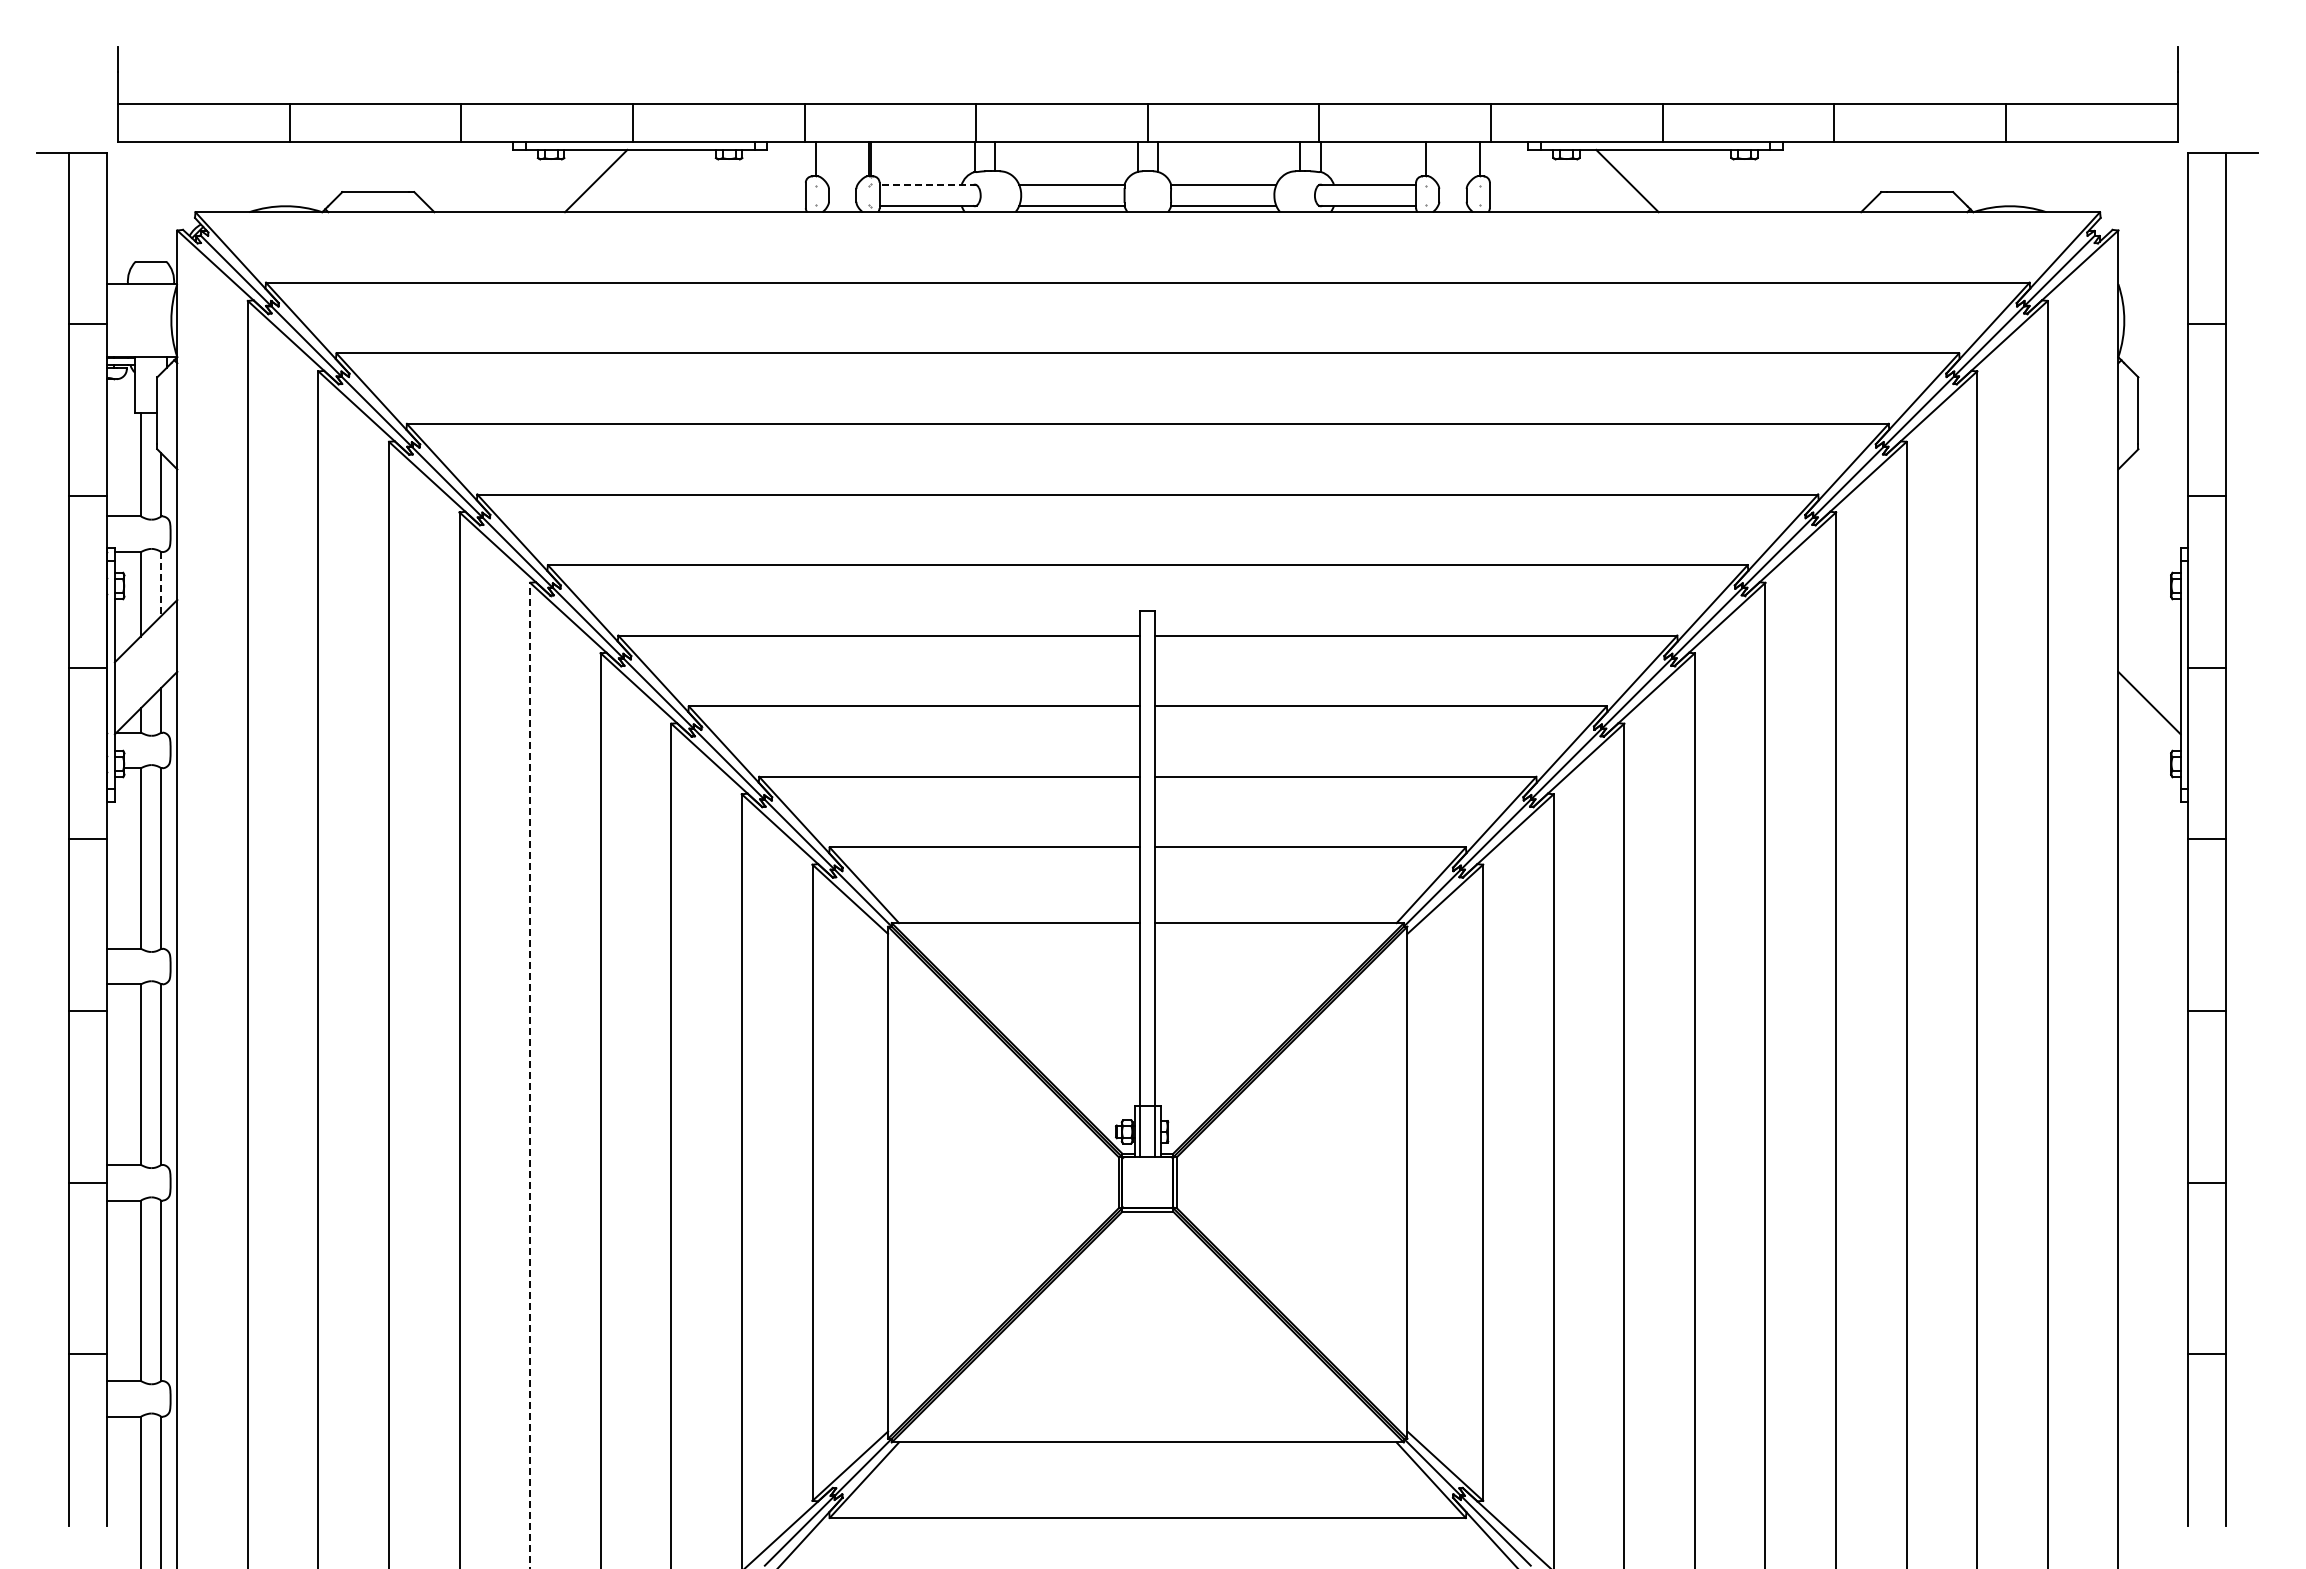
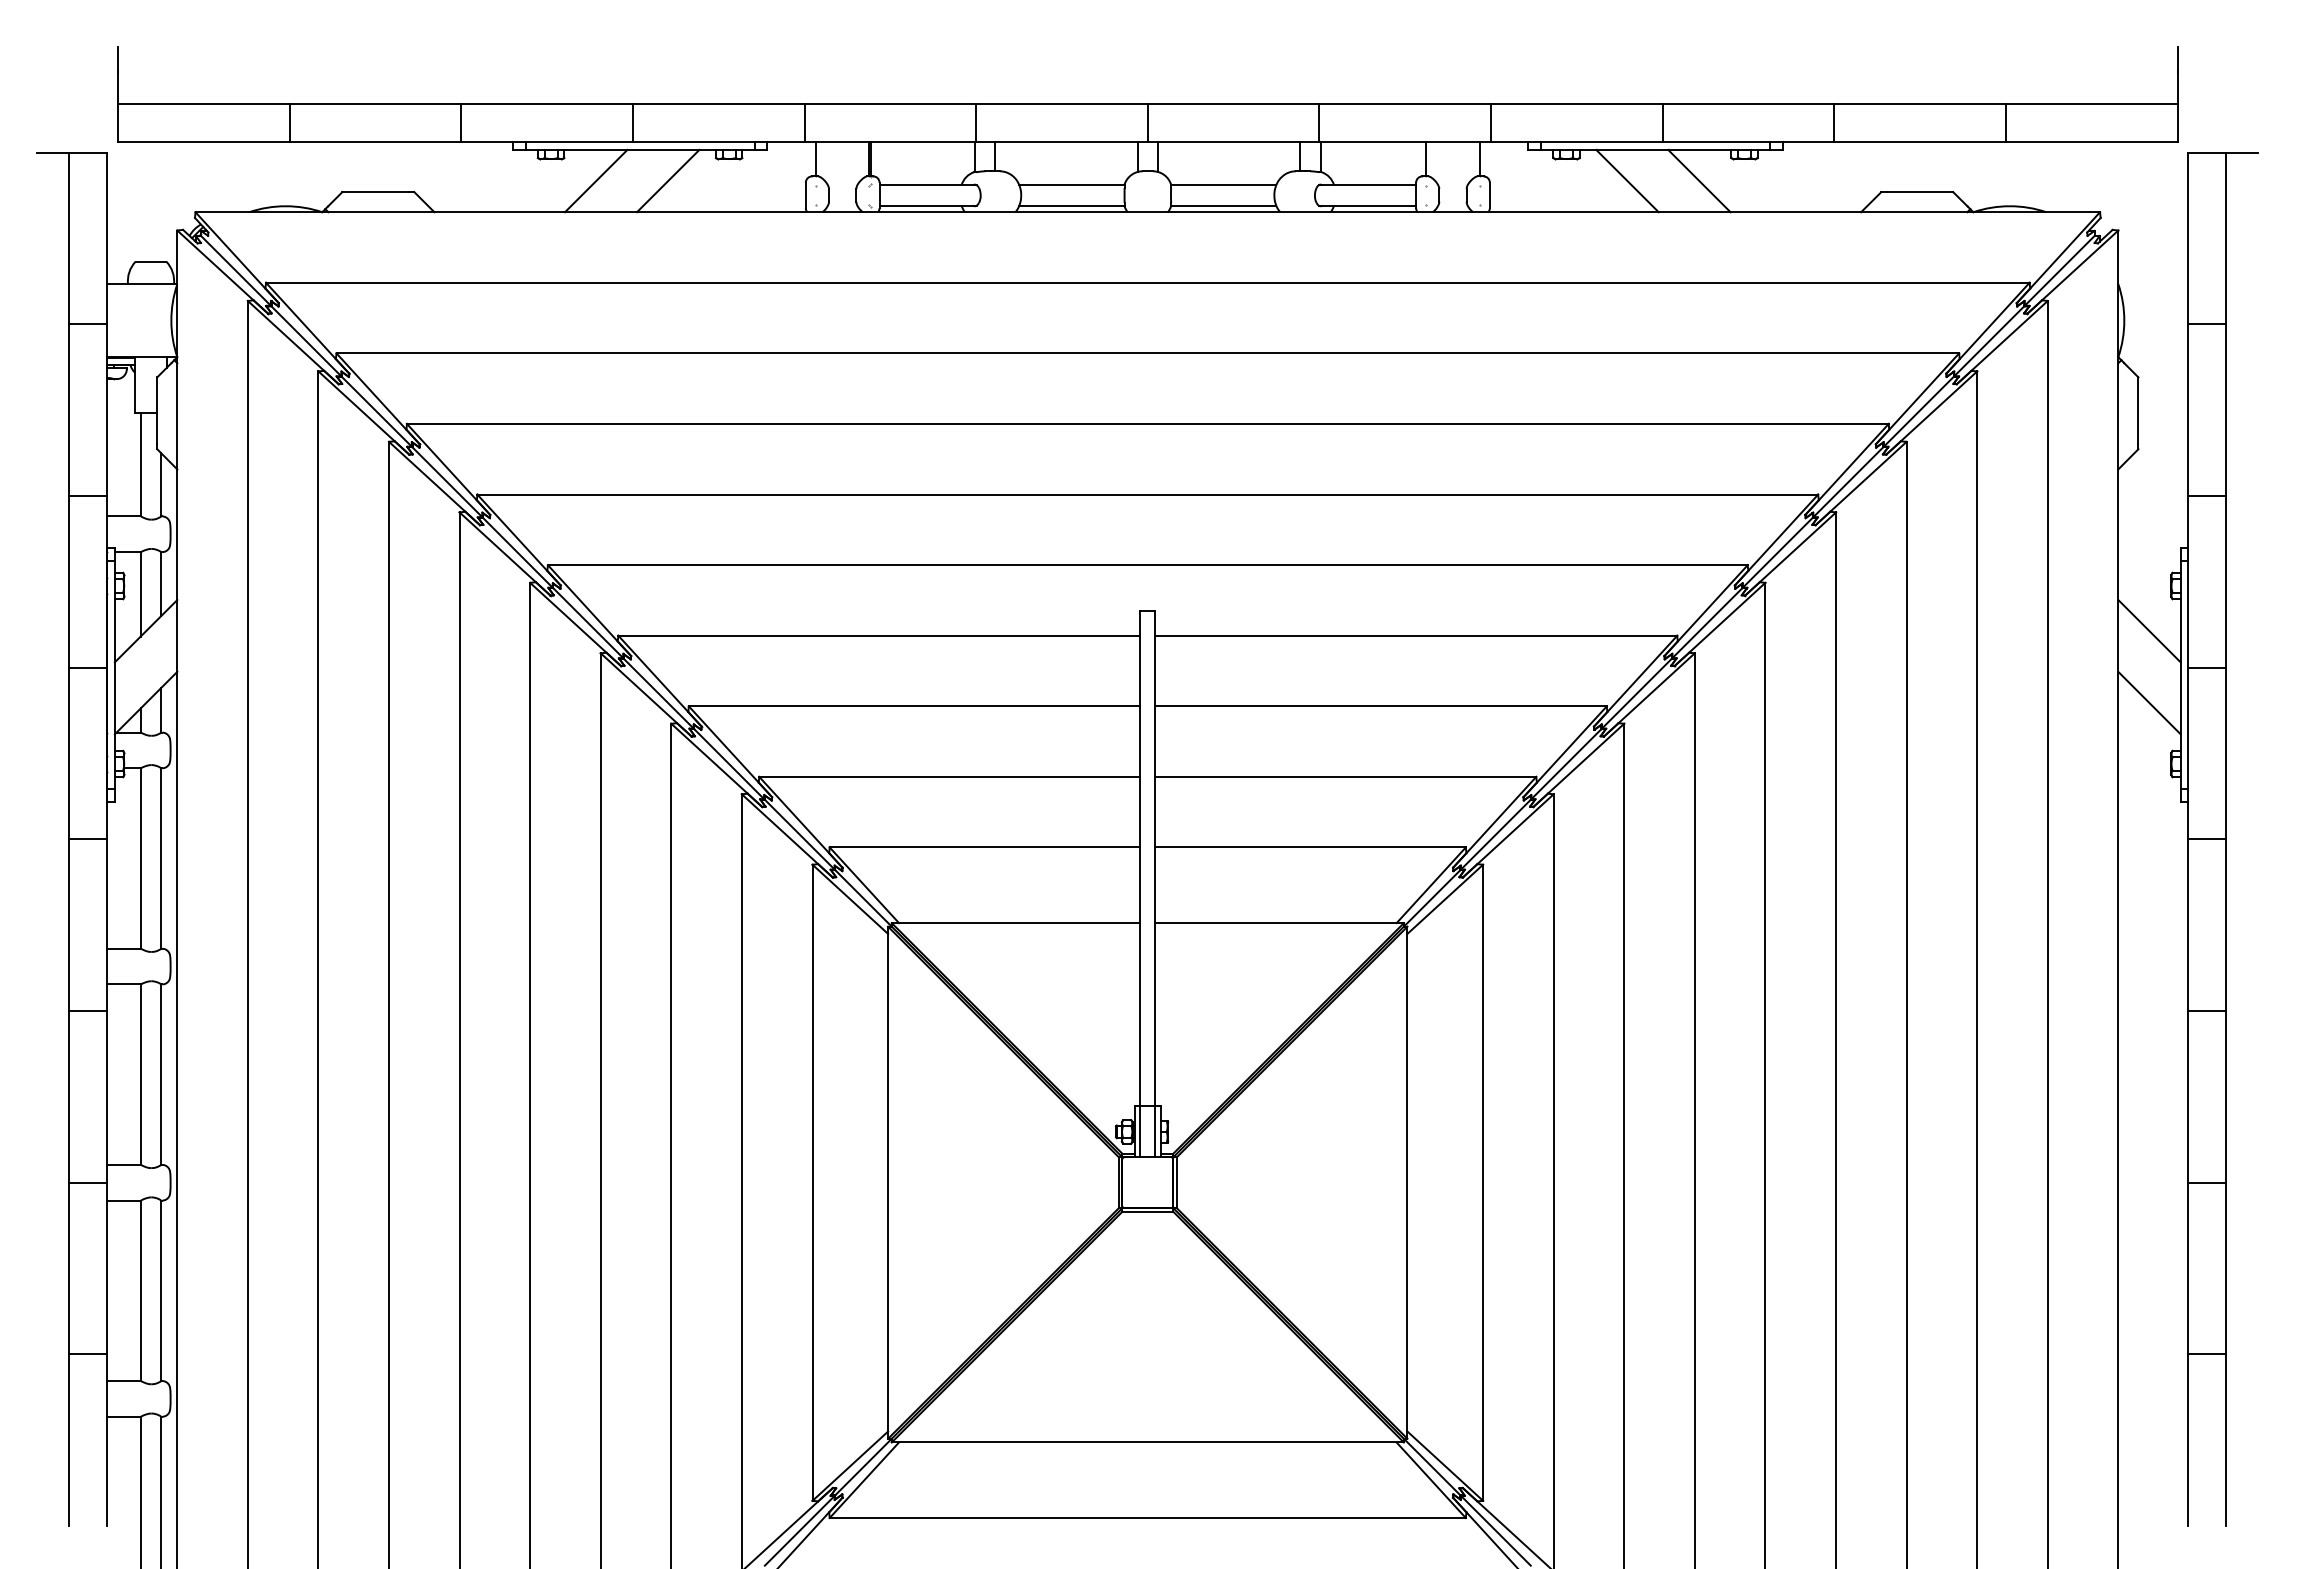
line at (667, 180): none -> present
line at (1699, 180): none -> present
line at (928, 185): dashed -> solid
line at (161, 584): dashed -> solid
line at (2149, 631): none -> present
line at (530, 1075): dashed -> solid
